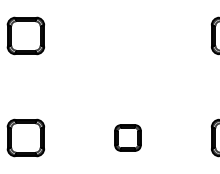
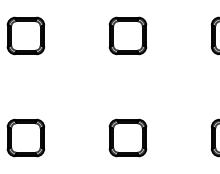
part at (127, 35): none -> present
part at (127, 137) size: 28x28 px -> 40x40 px
